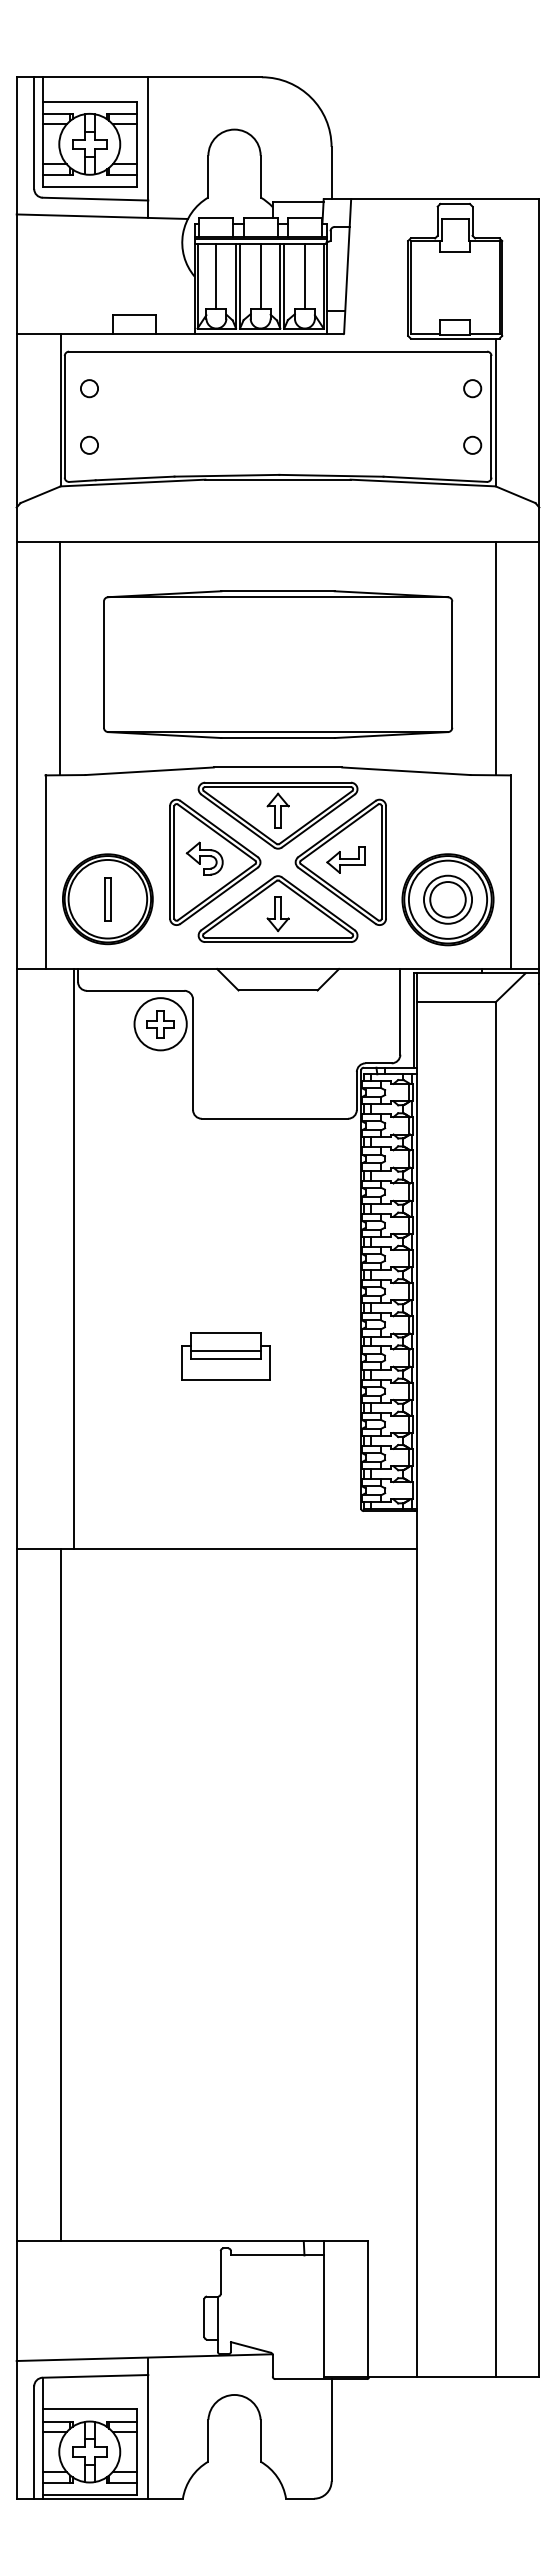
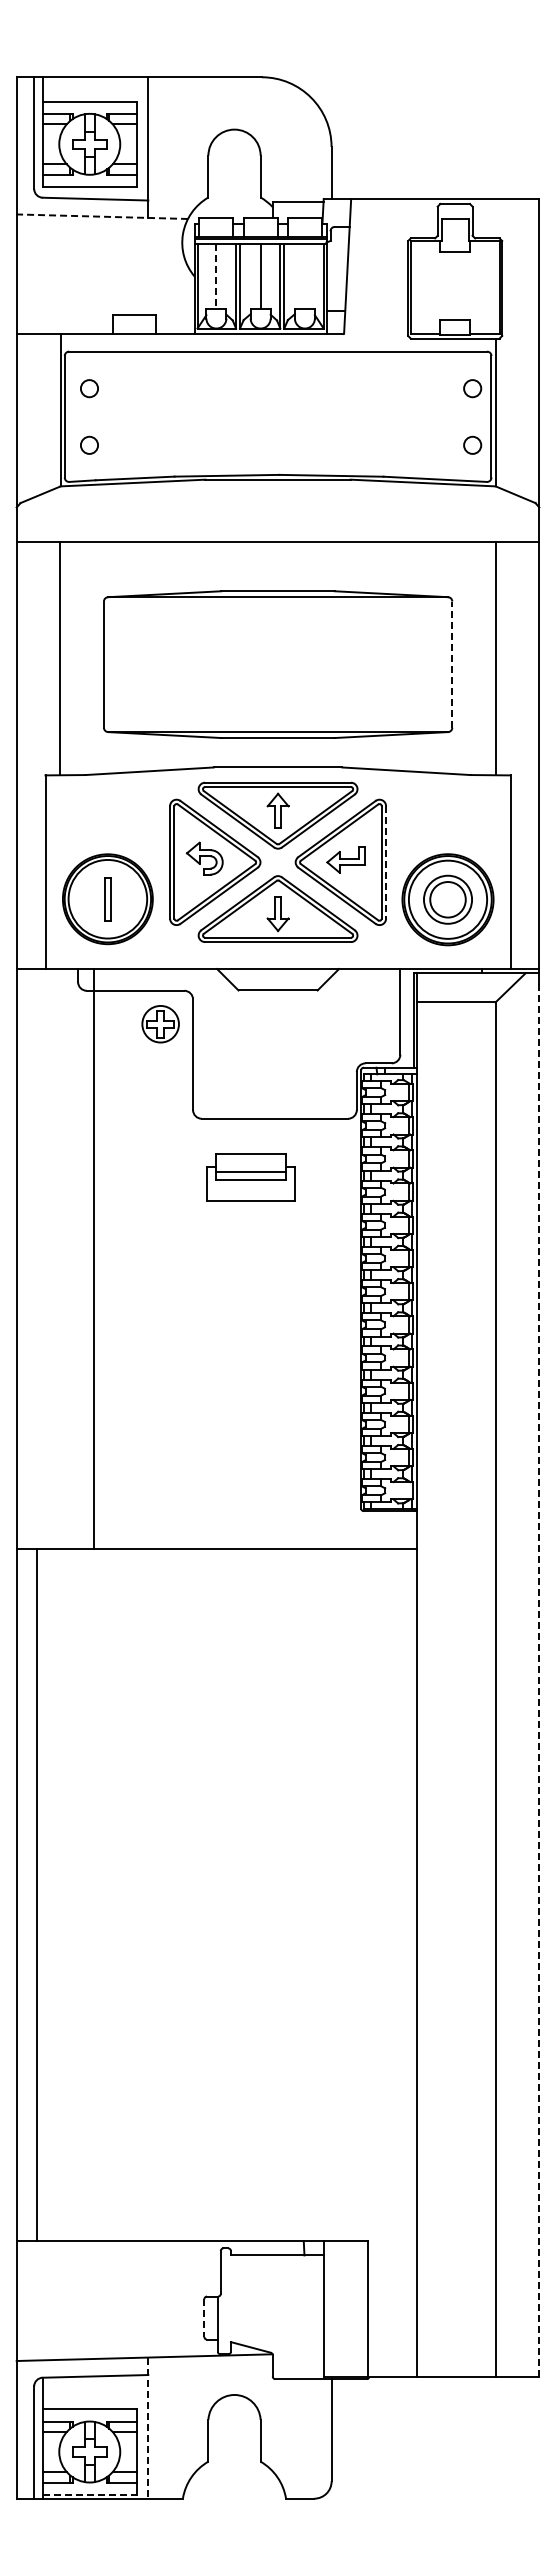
line at (102, 216): solid -> dashed
line at (216, 276): solid -> dashed
line at (304, 276): present -> none
line at (452, 664): solid -> dashed
line at (386, 862): solid -> dashed
circle at (160, 1024) diameter: 52 px -> 37 px
line at (73, 1258) position: (73, 1258) -> (93, 1258)
part at (225, 1356) position: (225, 1356) -> (250, 1177)
line at (539, 1681): solid -> dashed
line at (60, 1894) position: (60, 1894) -> (36, 1894)
line at (204, 2318): solid -> dashed
line at (148, 2428): solid -> dashed
line at (89, 2494): solid -> dashed
